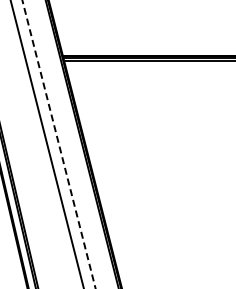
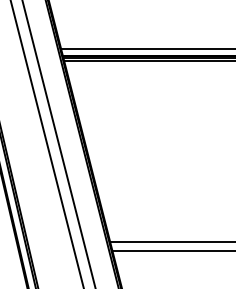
line at (146, 49): none -> present
line at (58, 143): dashed -> solid
line at (171, 242): none -> present
line at (172, 251): none -> present
